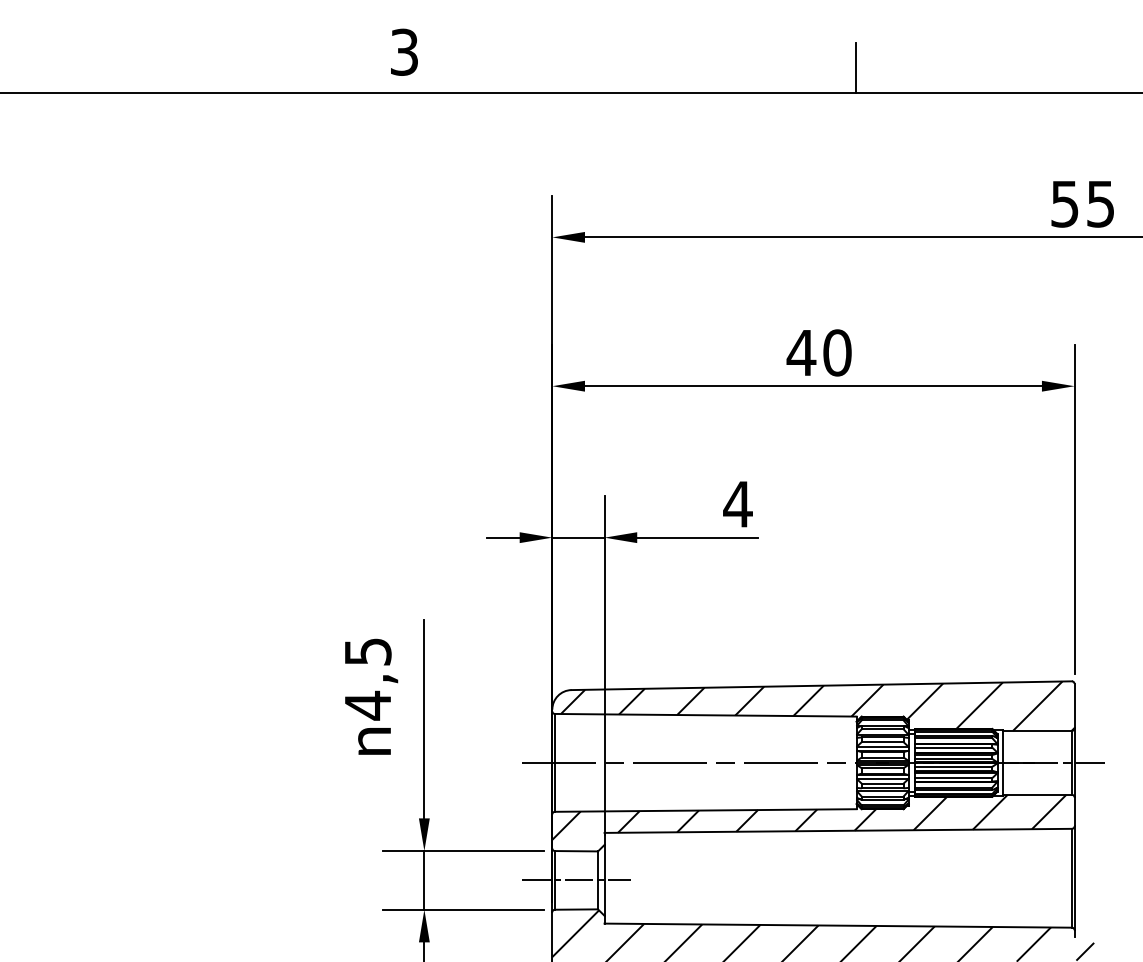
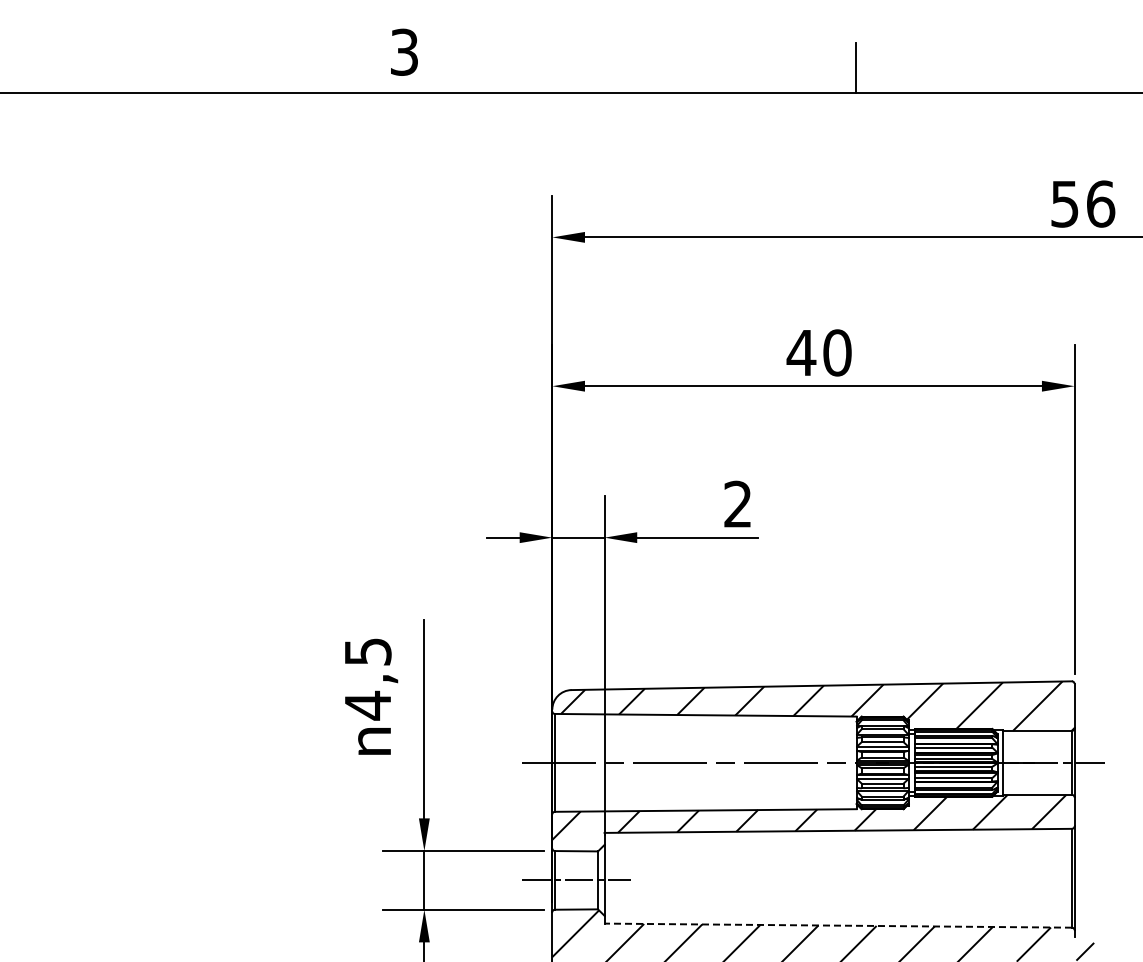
text at (1101, 203): 55 -> 56
text at (737, 503): 4 -> 2
line at (838, 925): solid -> dashed
